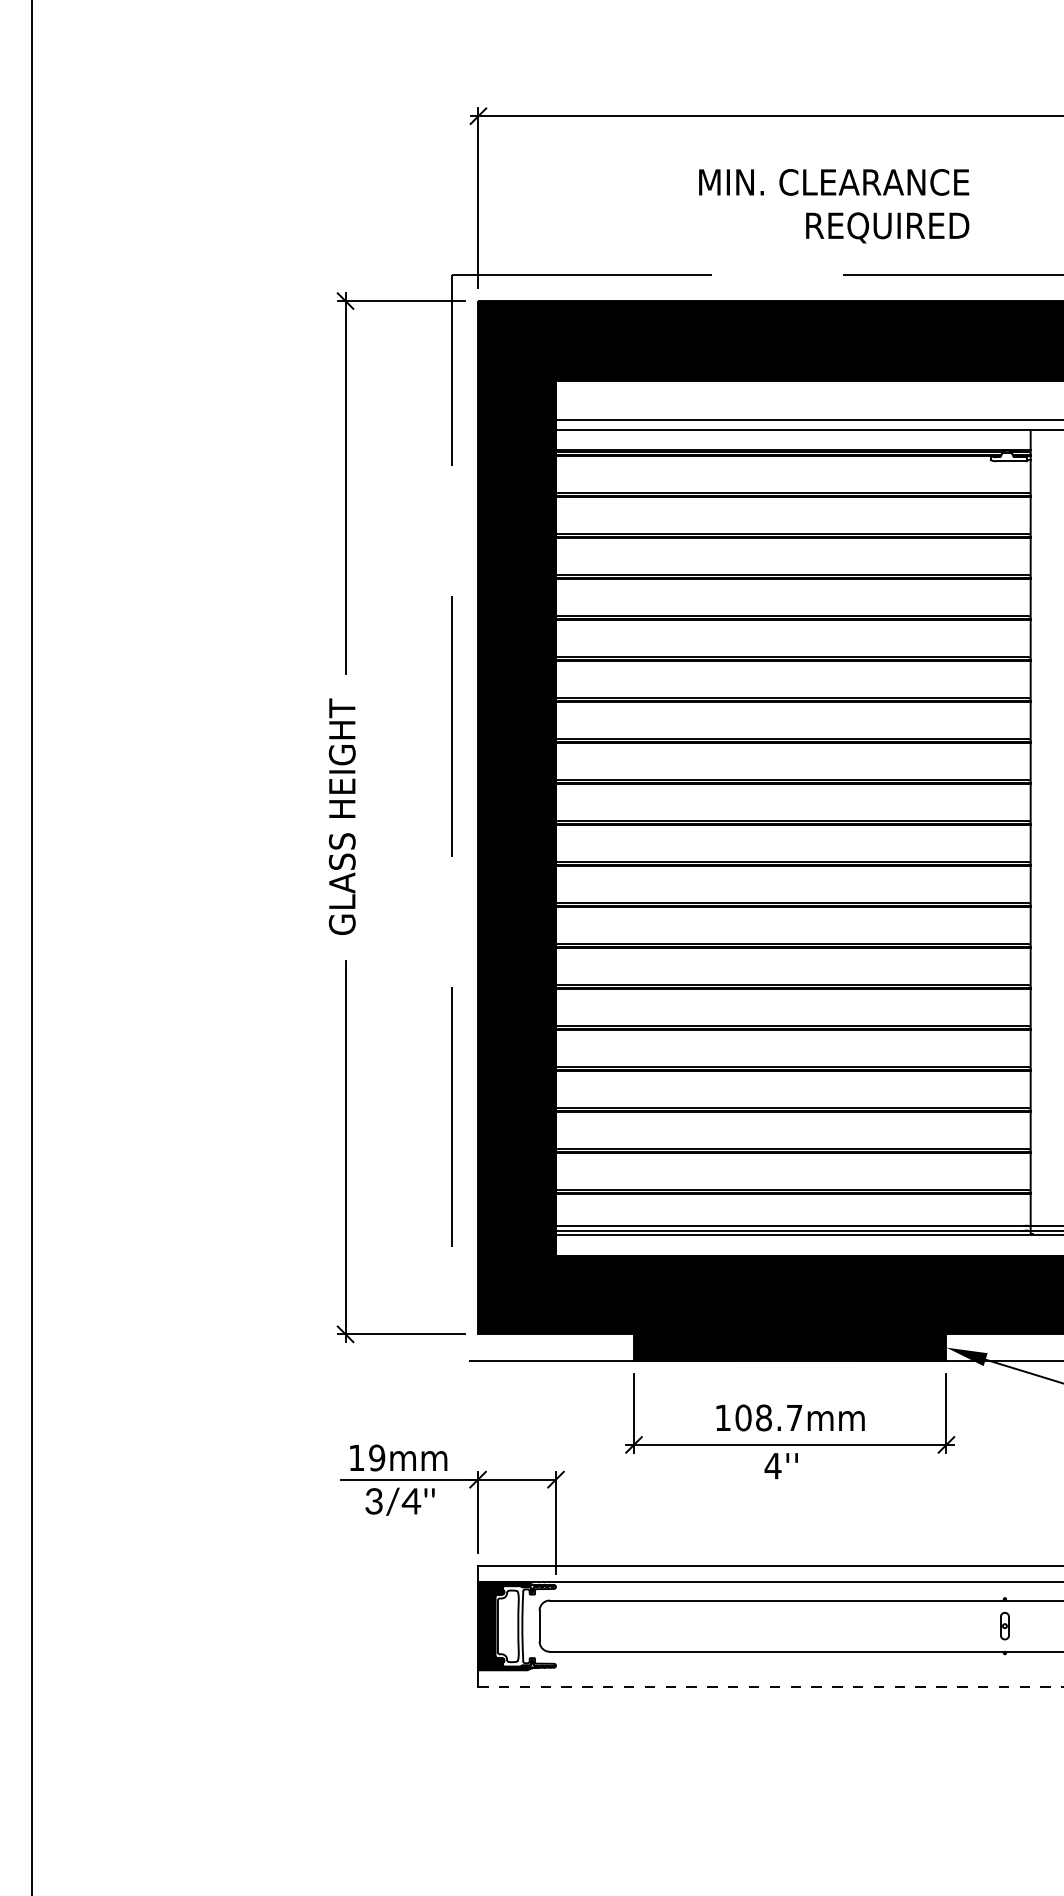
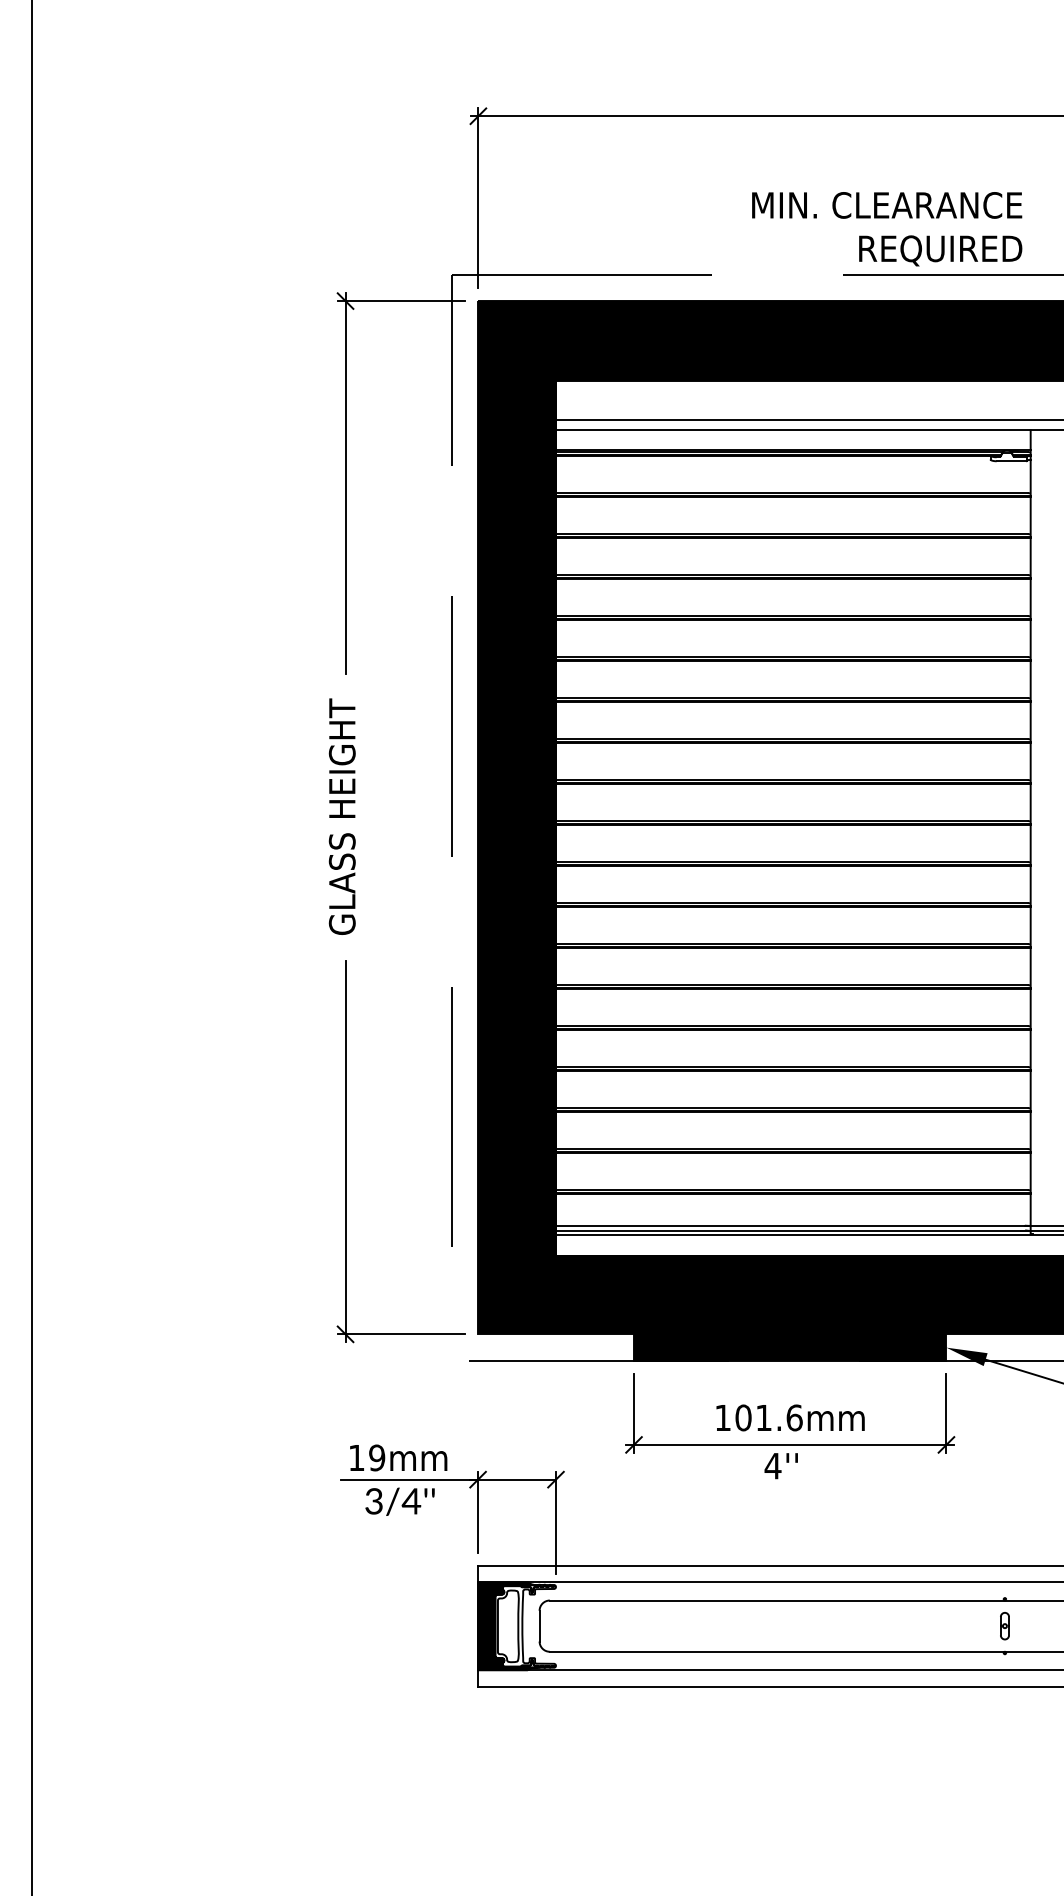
text at (834, 206) position: (834, 206) -> (887, 229)
text at (779, 1417): 108.7mm -> 101.6mm
line at (769, 1670): none -> present
line at (770, 1686): dashed -> solid
